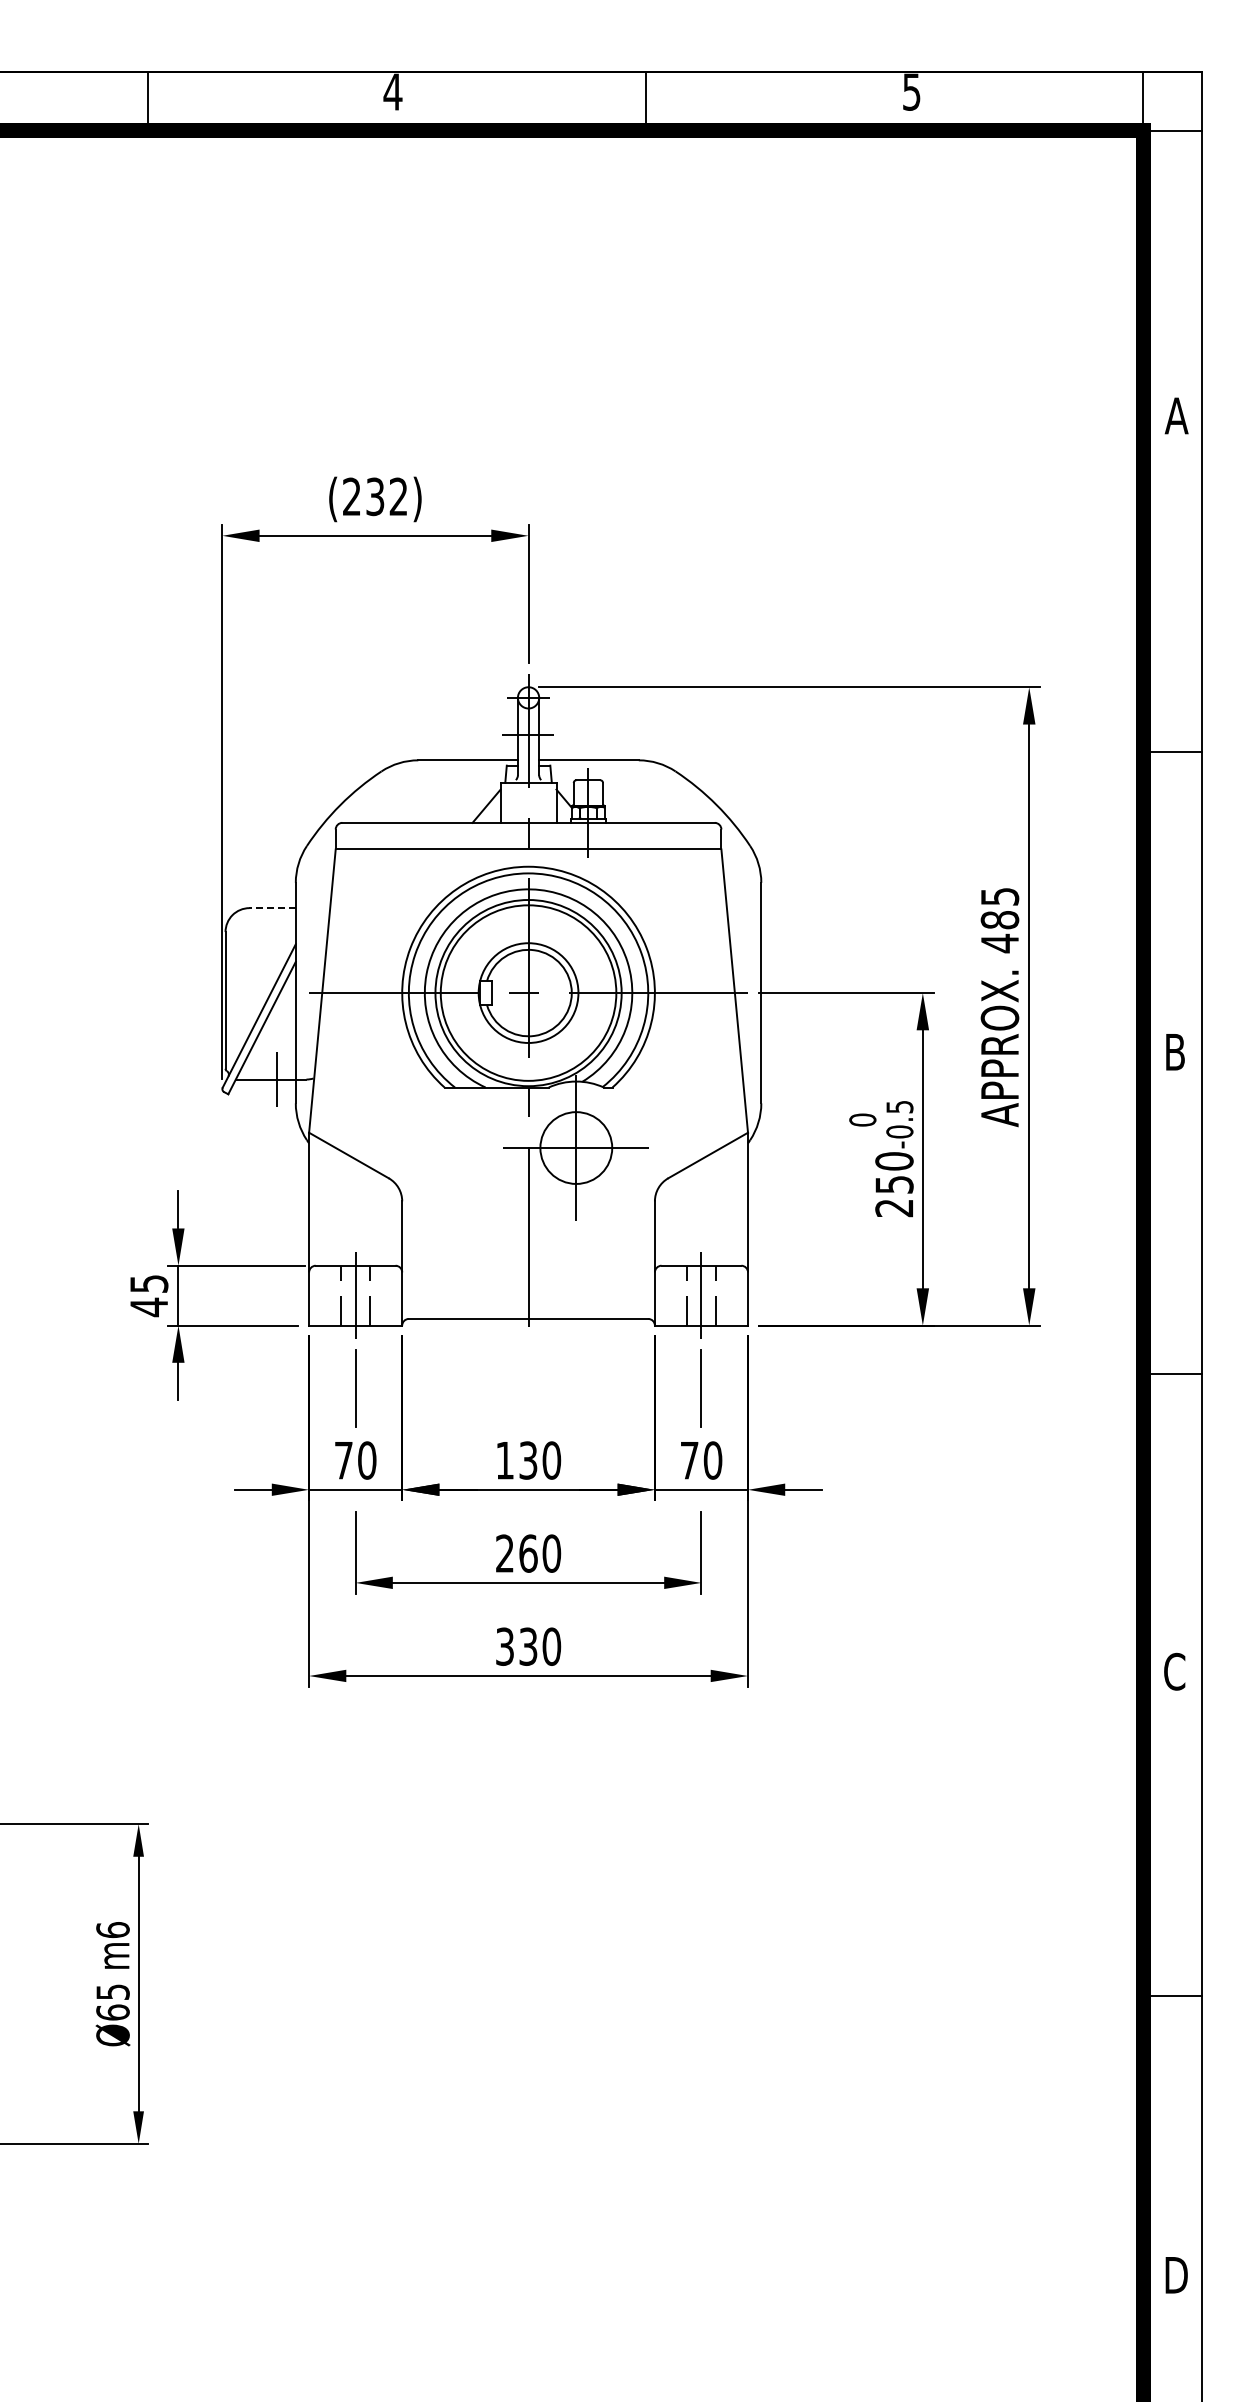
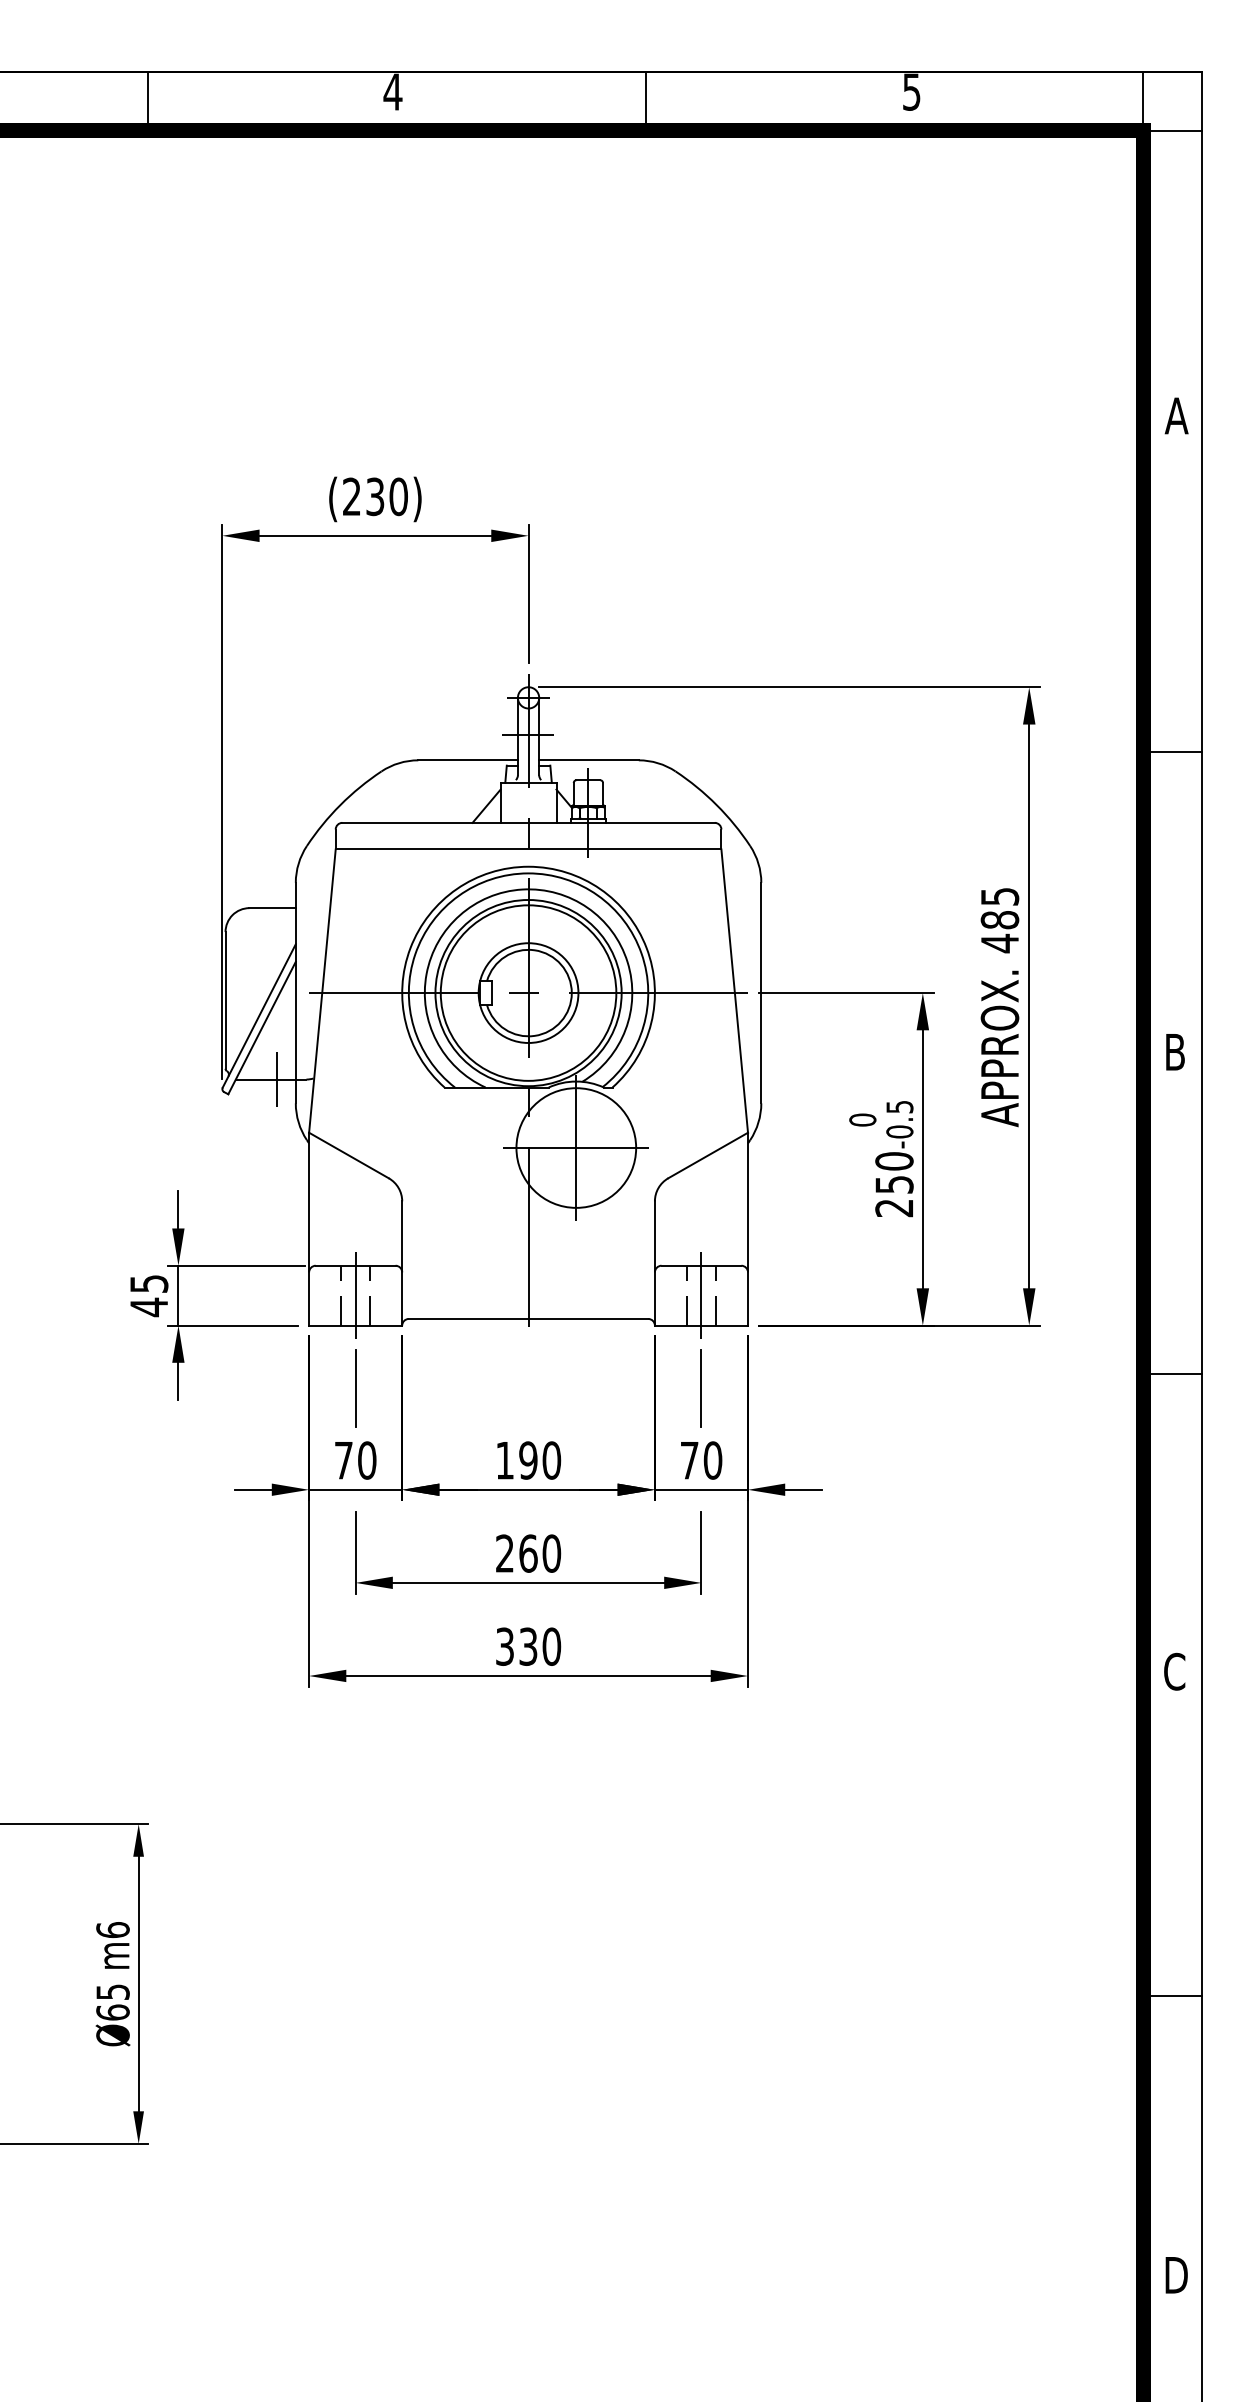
text at (398, 496): (232) -> (230)
line at (272, 908): dashed -> solid
circle at (576, 1147) diameter: 72 px -> 120 px
text at (528, 1460): 130 -> 190
